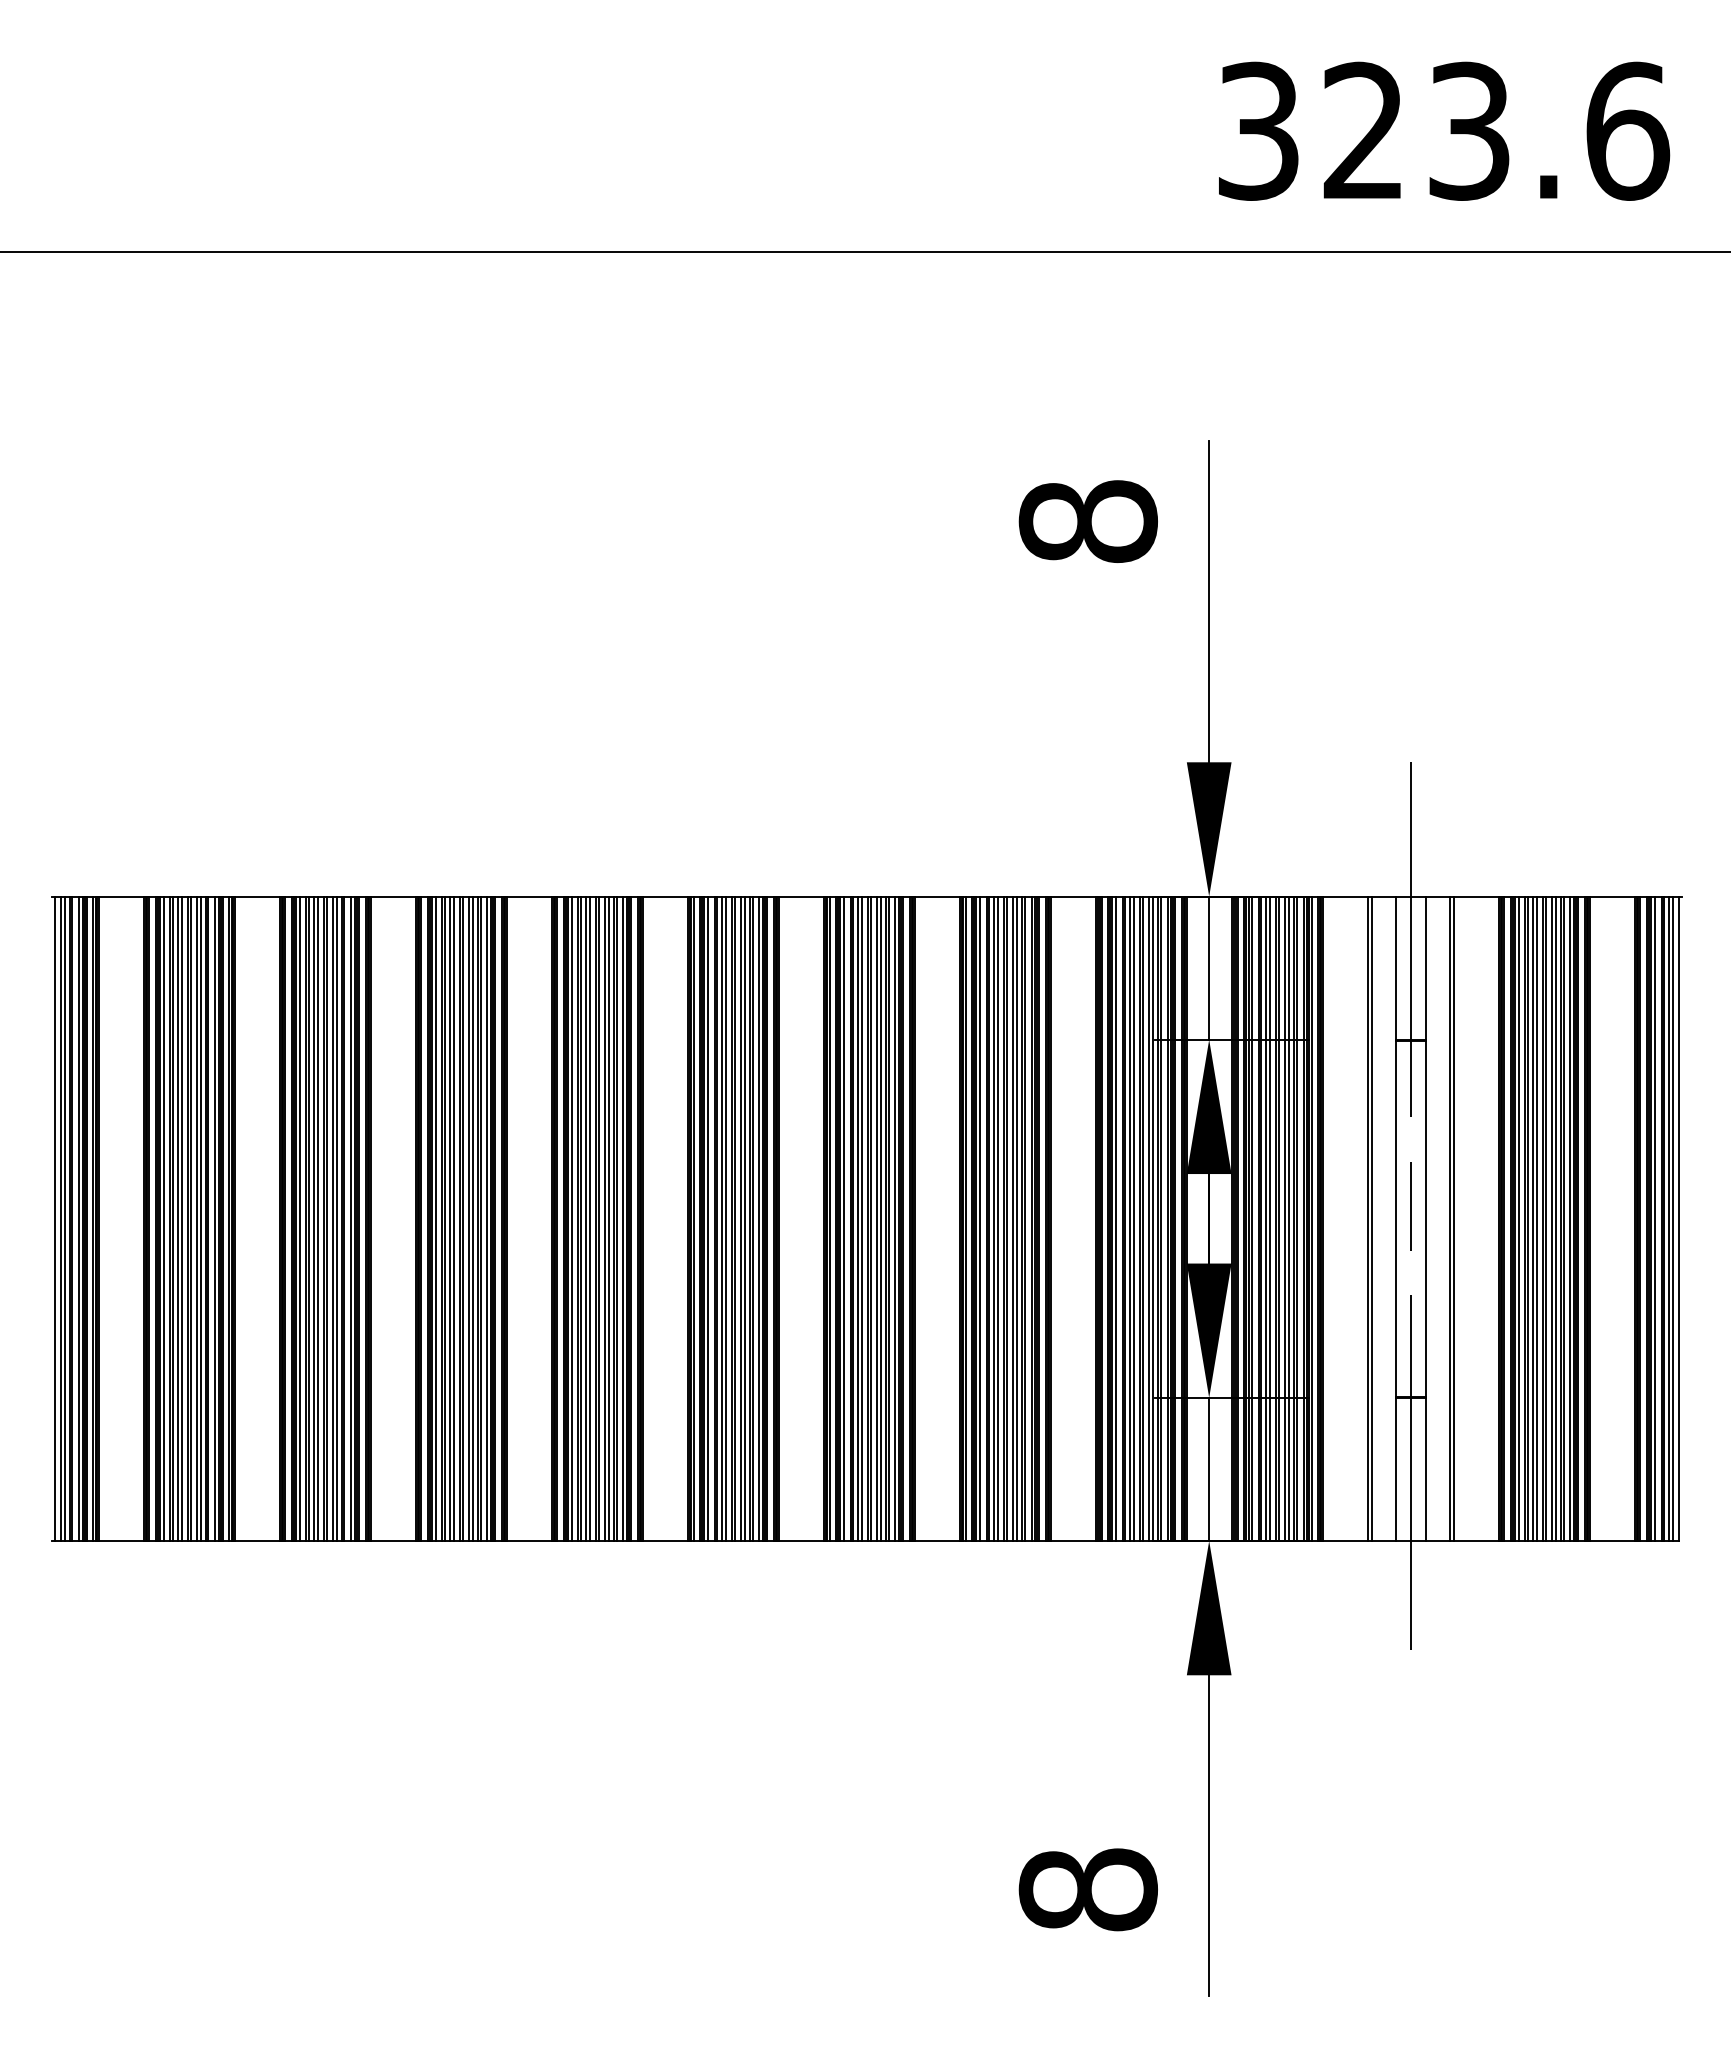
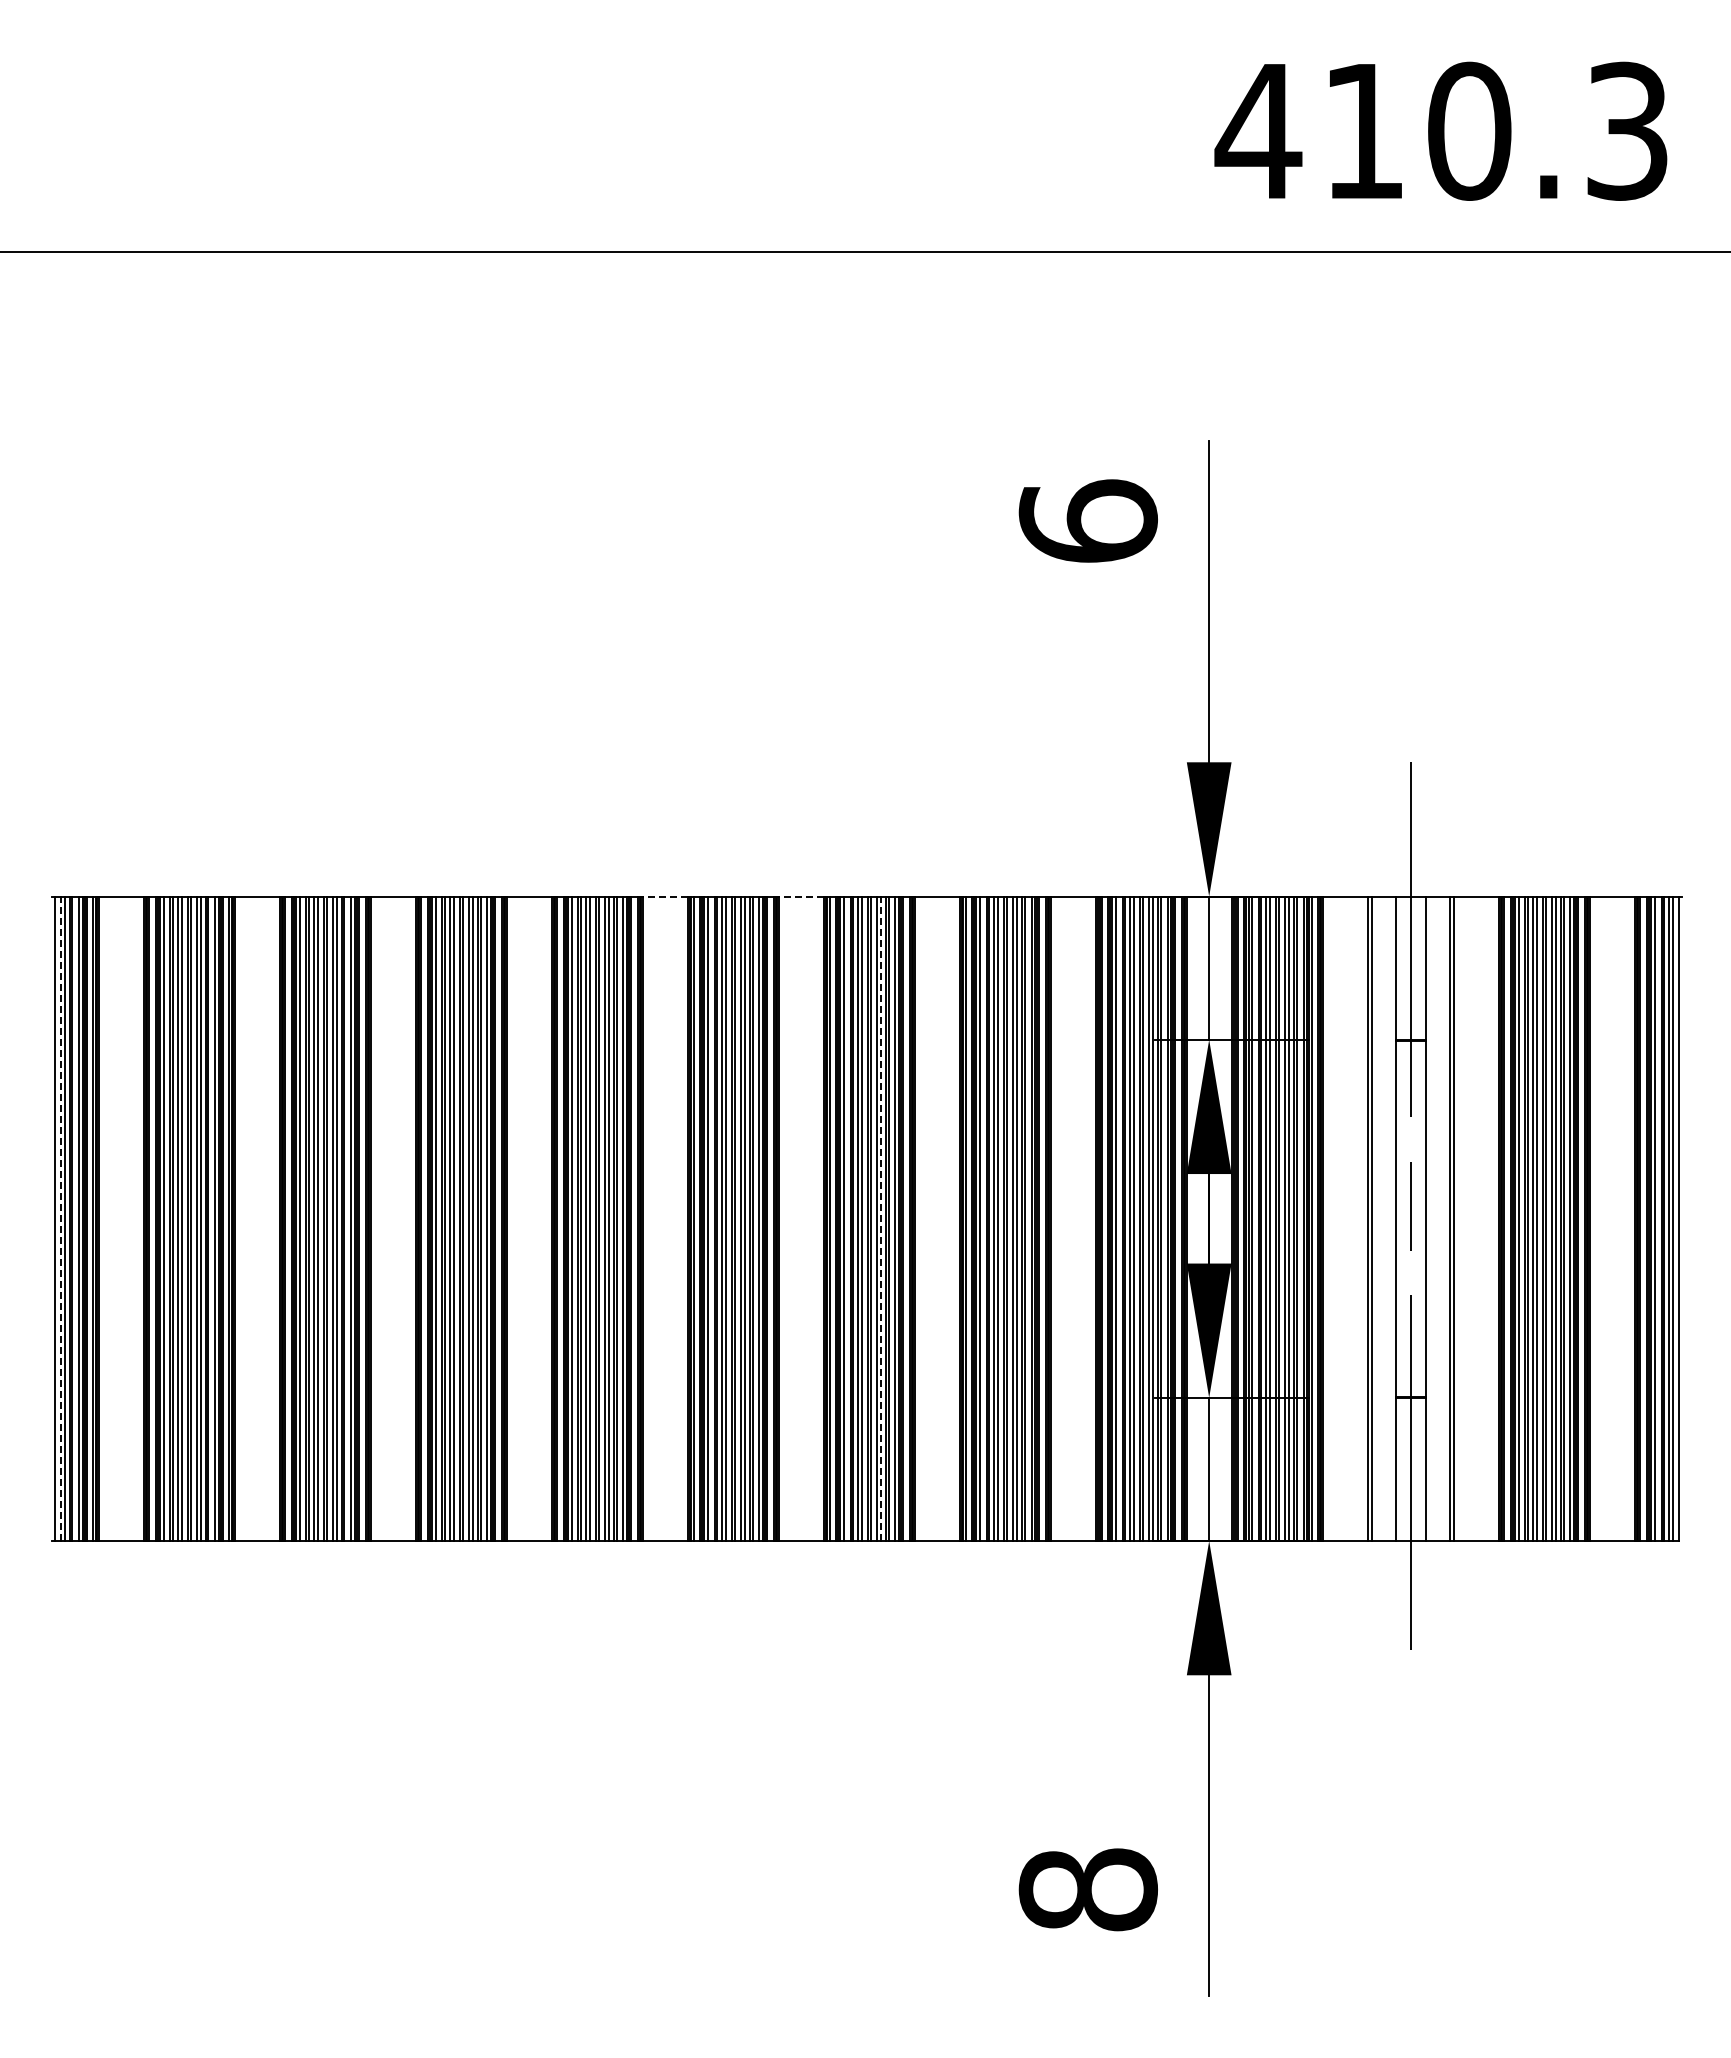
text at (1442, 130): 323.6 -> 410.3
text at (1087, 521): 8 -> 6
line at (665, 896): solid -> dashed
line at (801, 896): solid -> dashed
line at (60, 1218): solid -> dashed
line at (881, 1218): solid -> dashed
